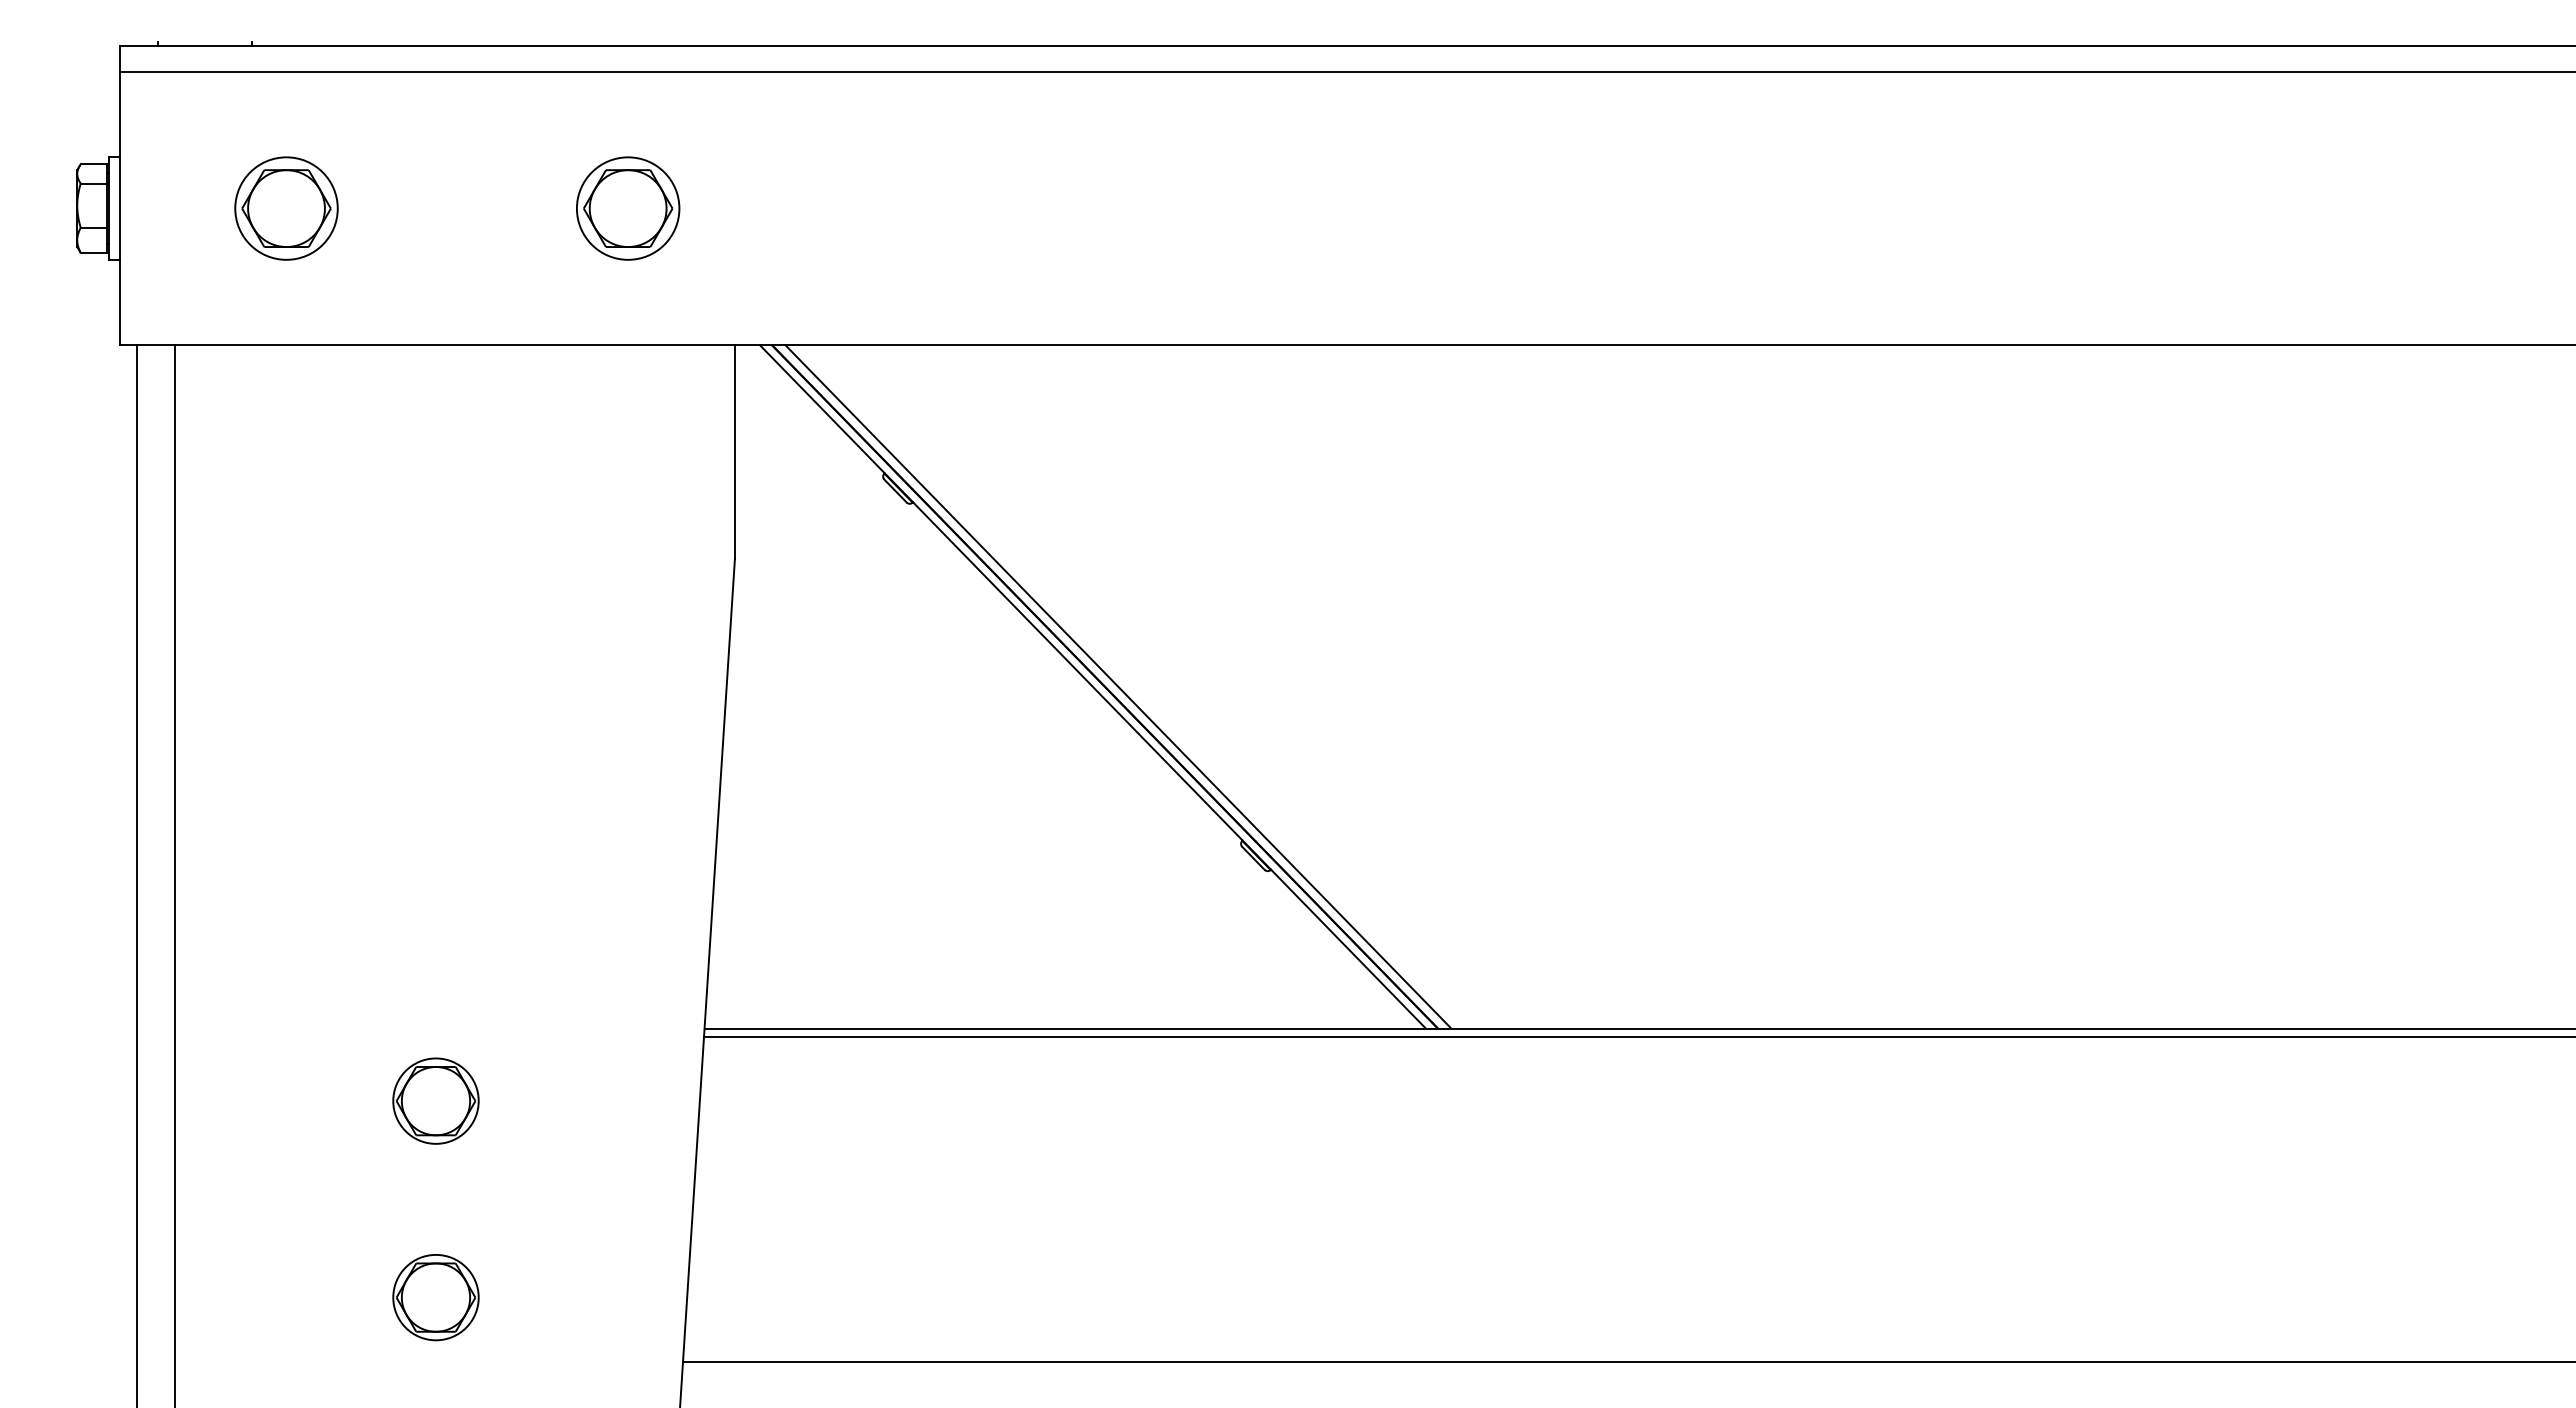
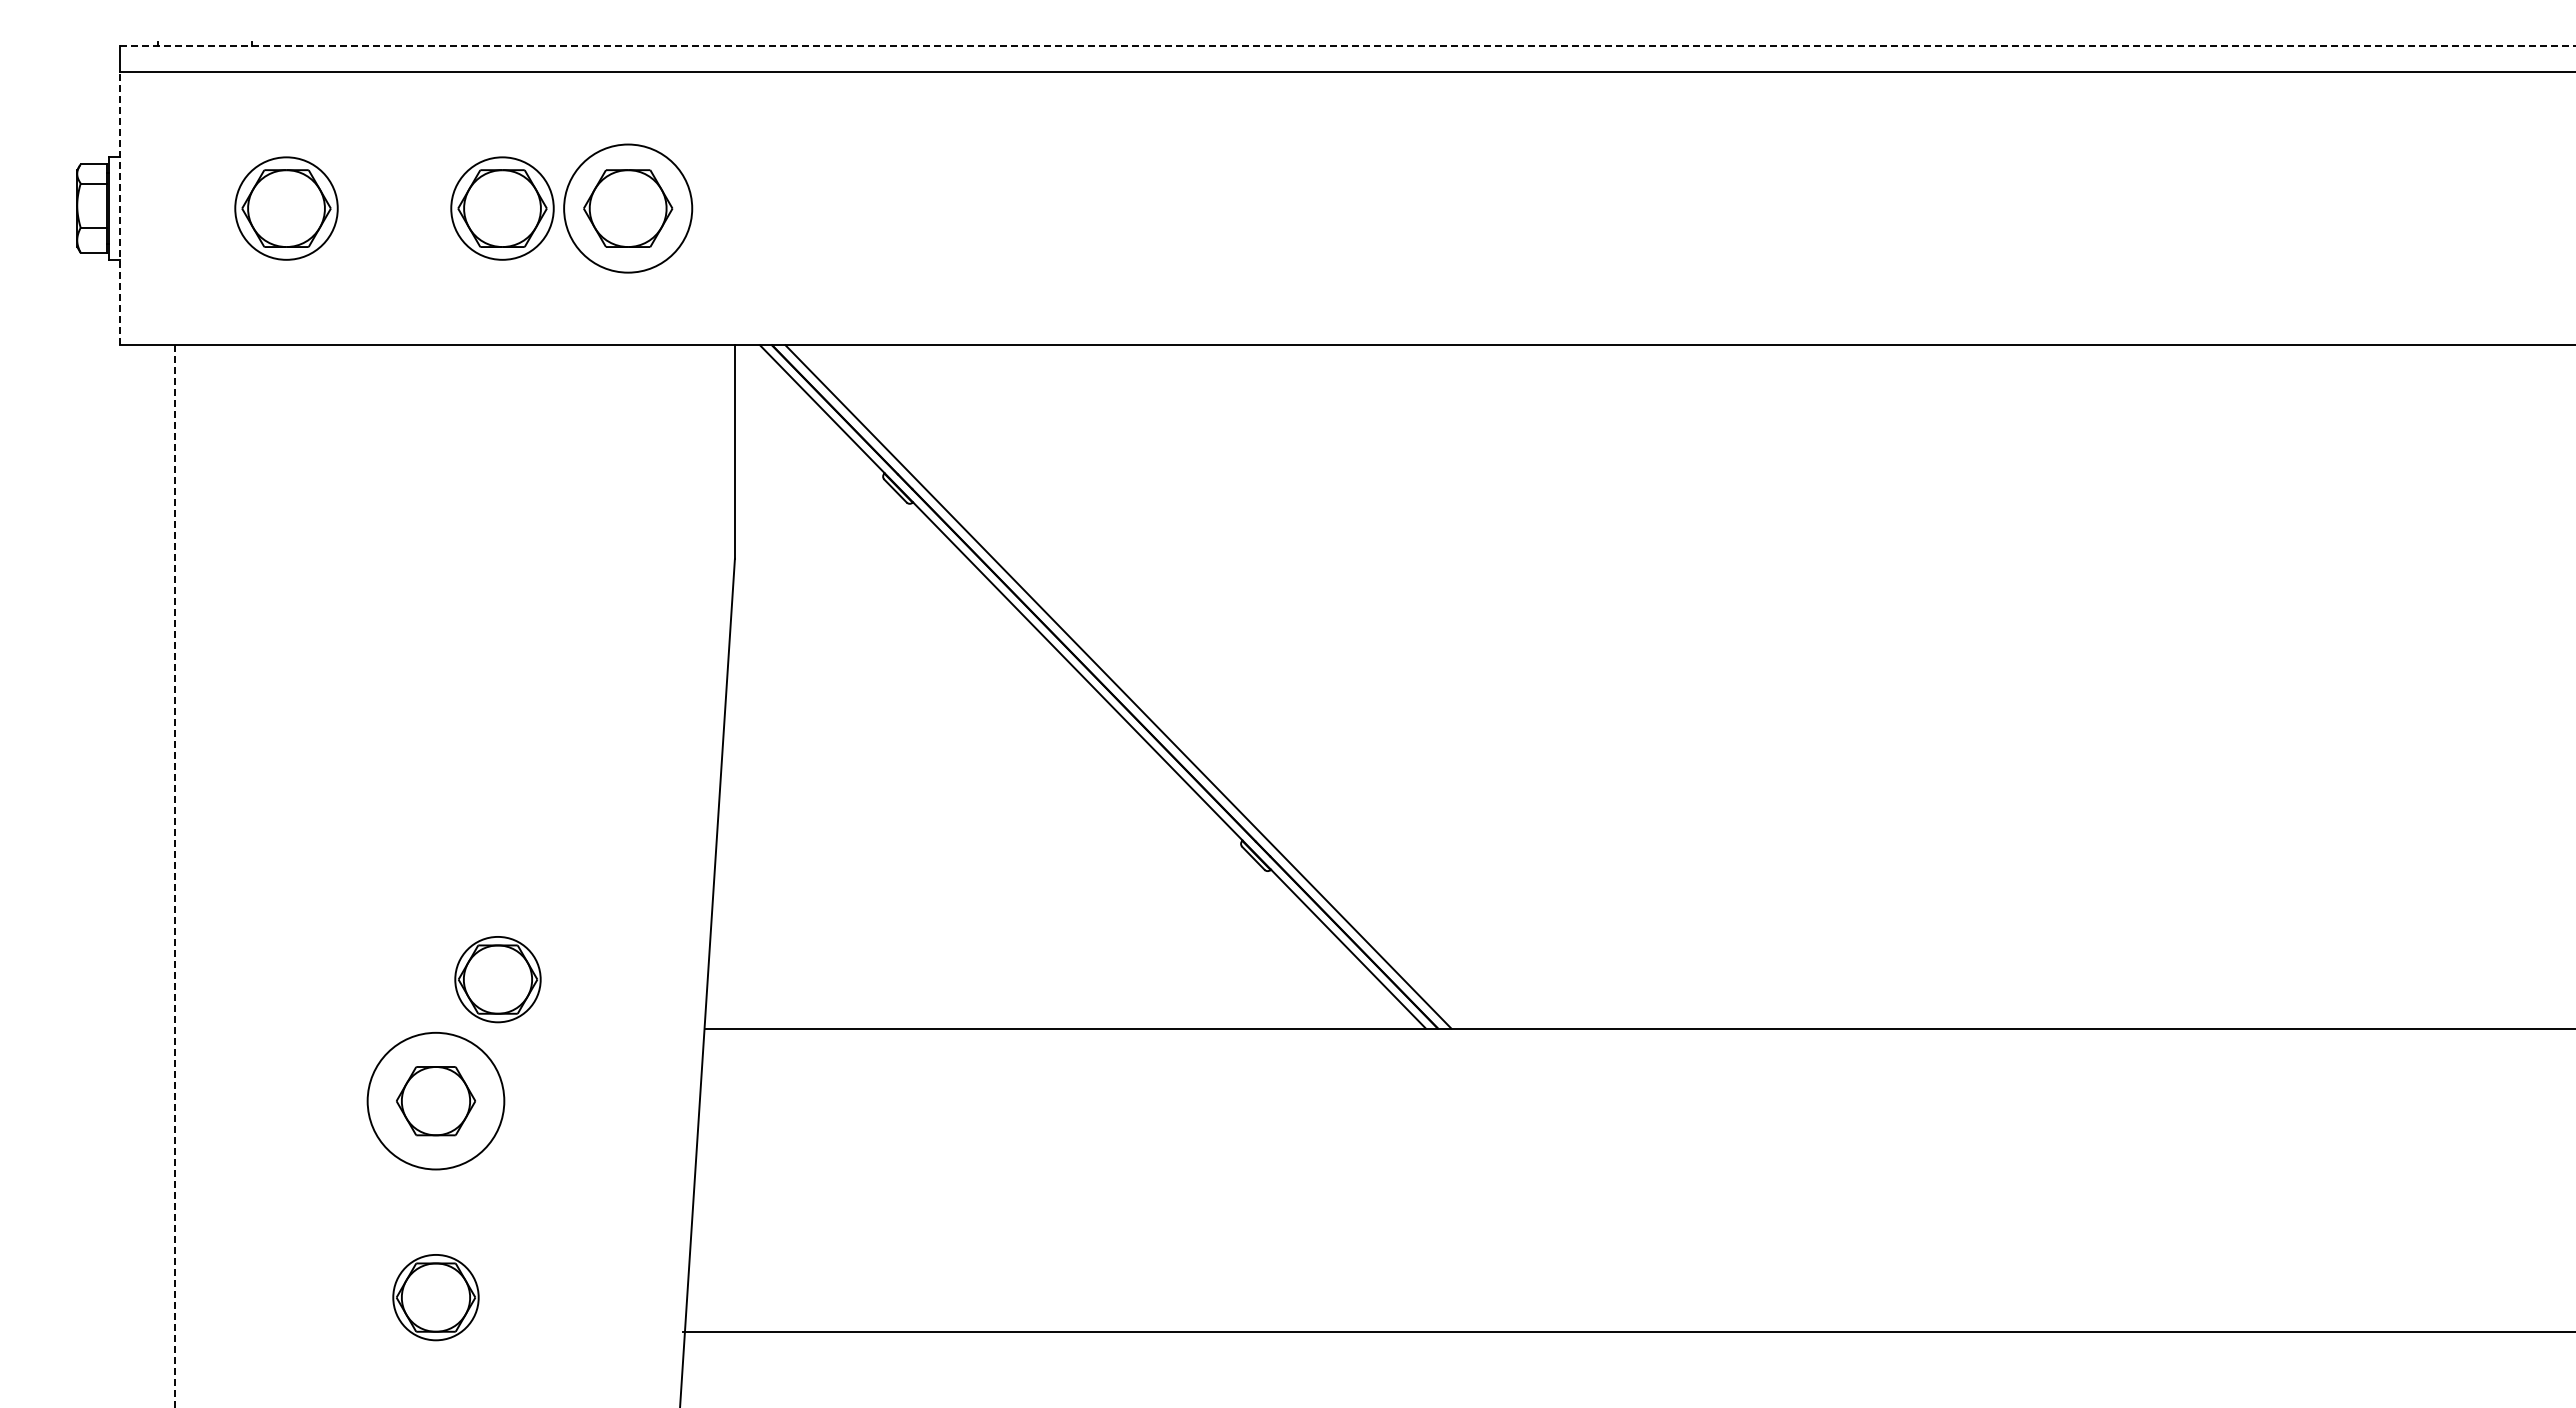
line at (1347, 46): solid -> dashed
line at (119, 208): solid -> dashed
part at (502, 208): none -> present
circle at (627, 208) diameter: 102 px -> 128 px
line at (137, 874): present -> none
line at (175, 876): solid -> dashed
part at (497, 979): none -> present
line at (1638, 1037): present -> none
circle at (435, 1100) diameter: 85 px -> 137 px
line at (1627, 1361) position: (1627, 1361) -> (1627, 1331)
